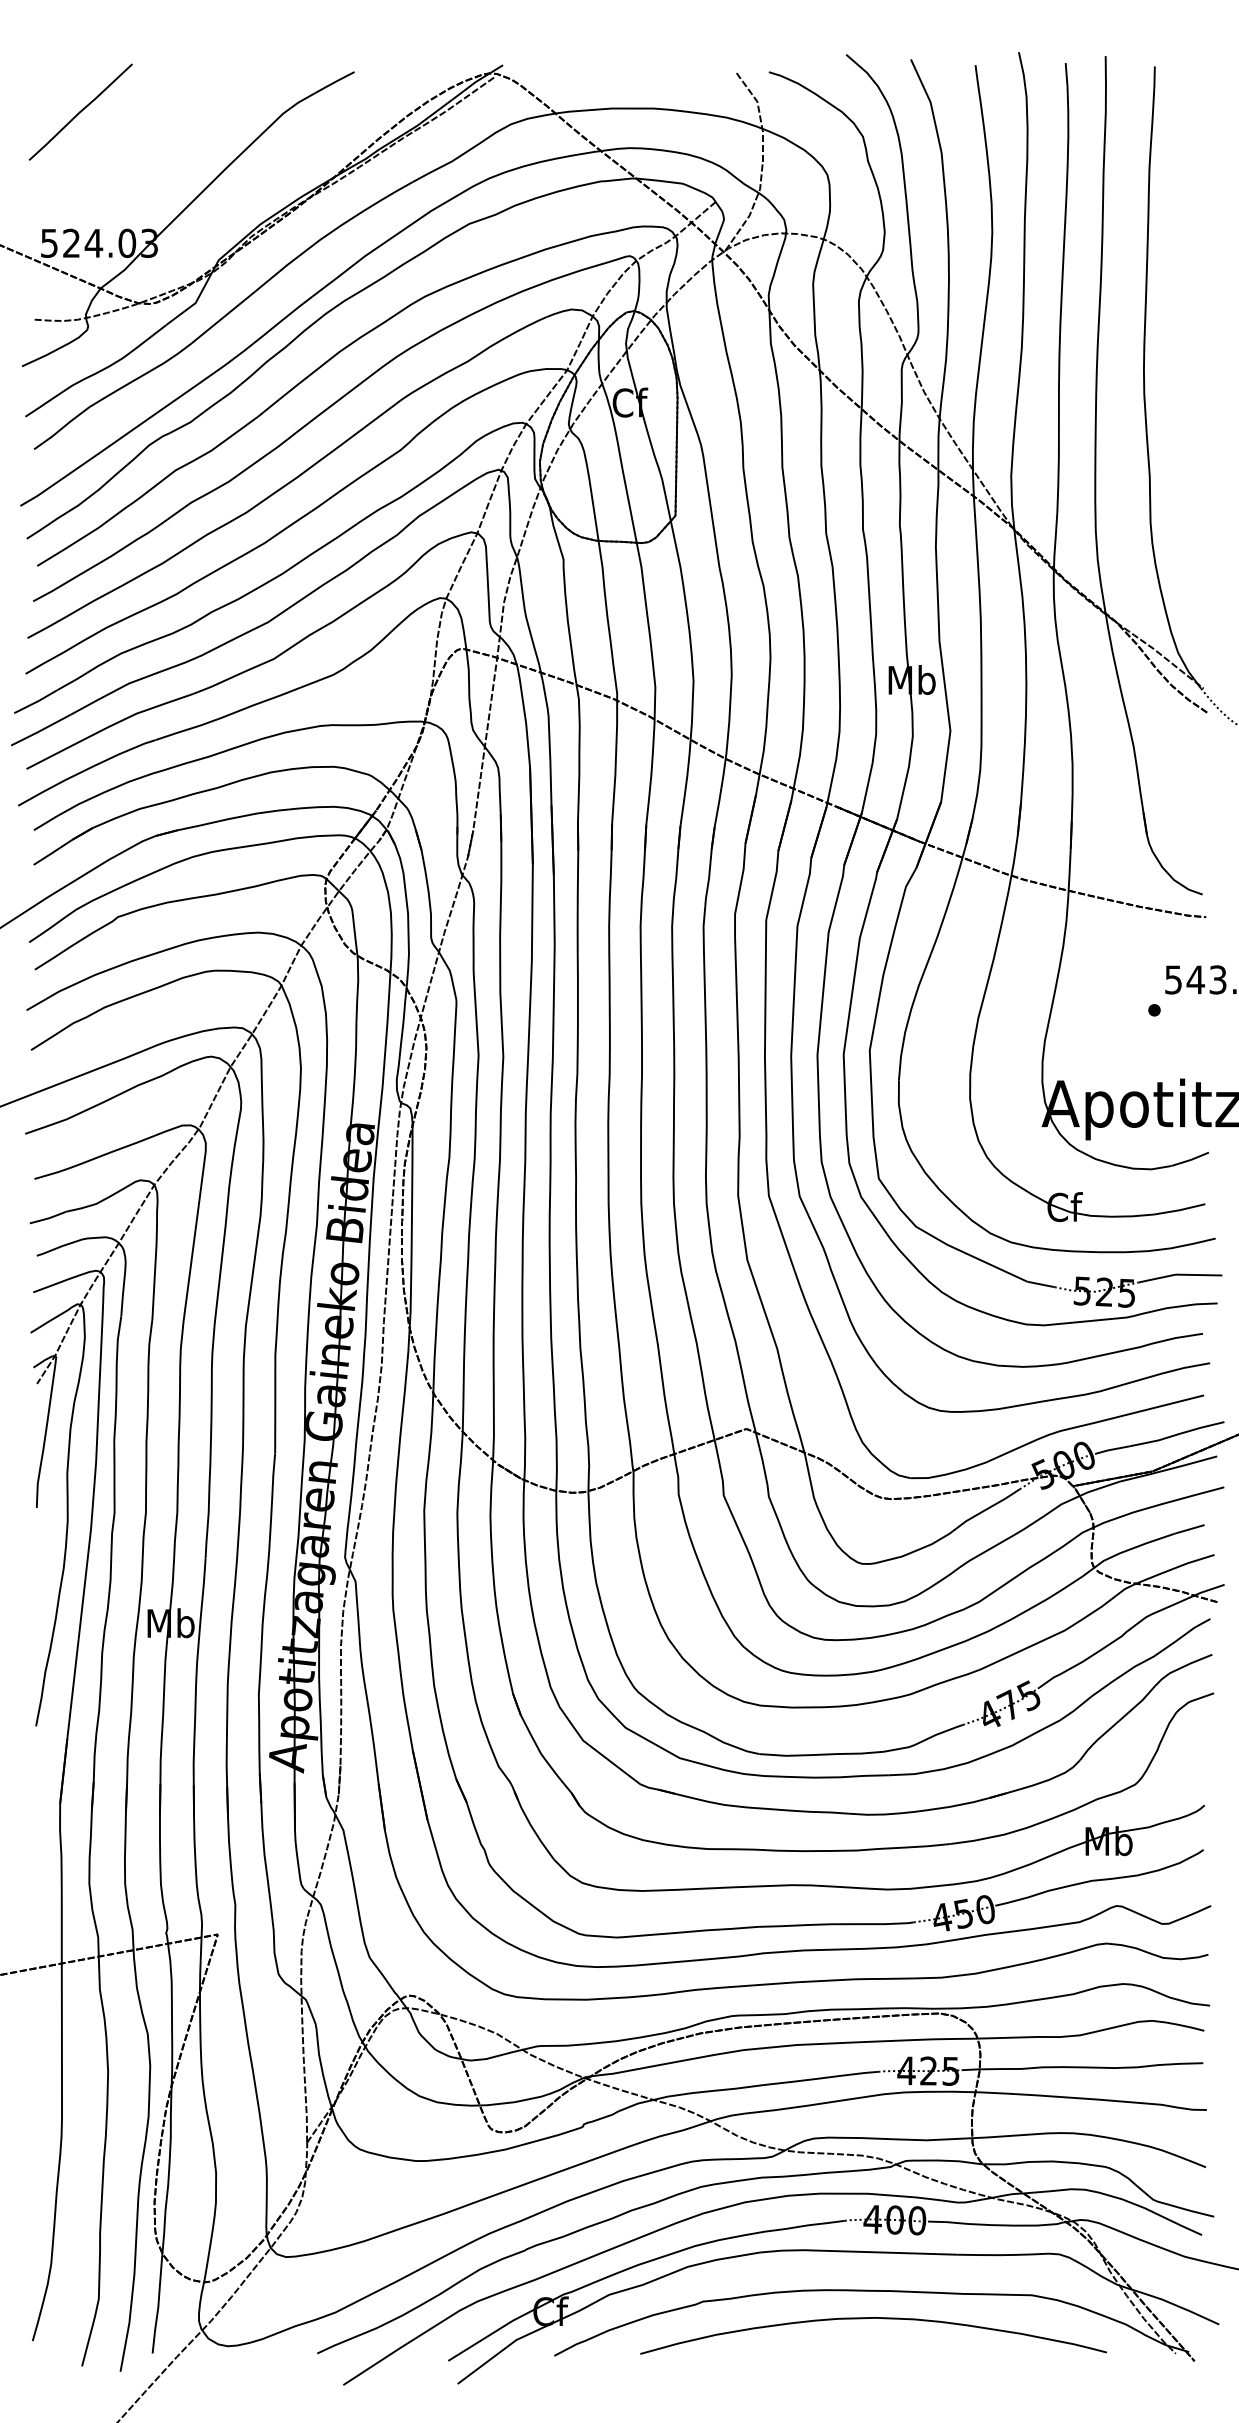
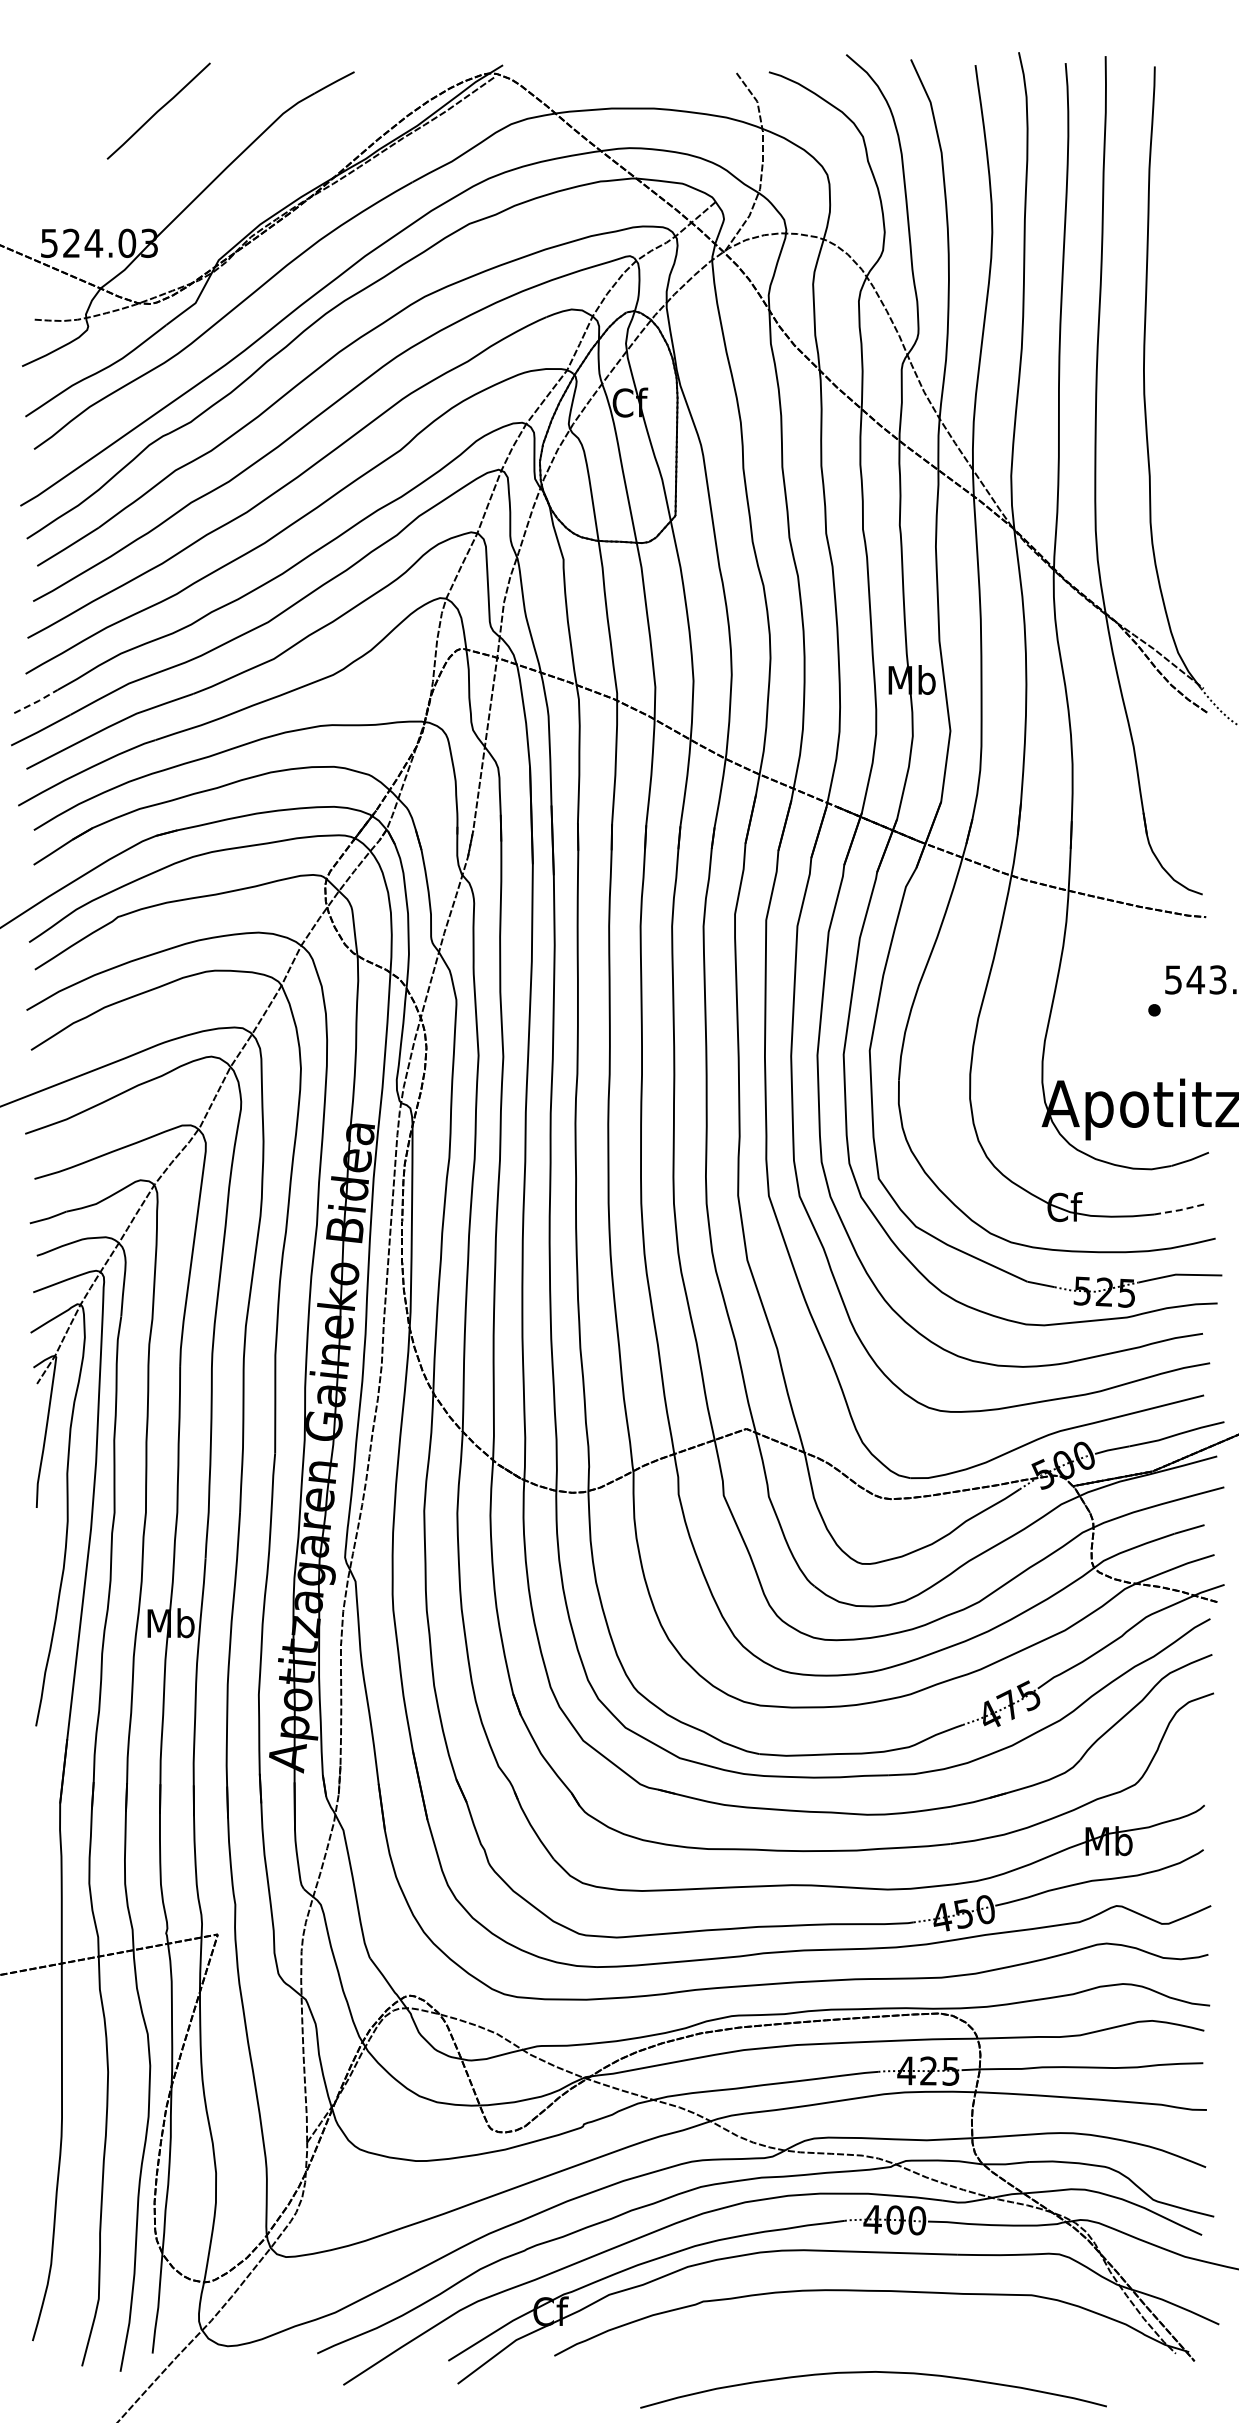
line at (80, 111) position: (80, 111) -> (158, 110)
line at (37, 701): solid -> dashed
line at (1179, 1210): solid -> dashed
curve at (873, 2318) position: (873, 2318) -> (873, 2372)
